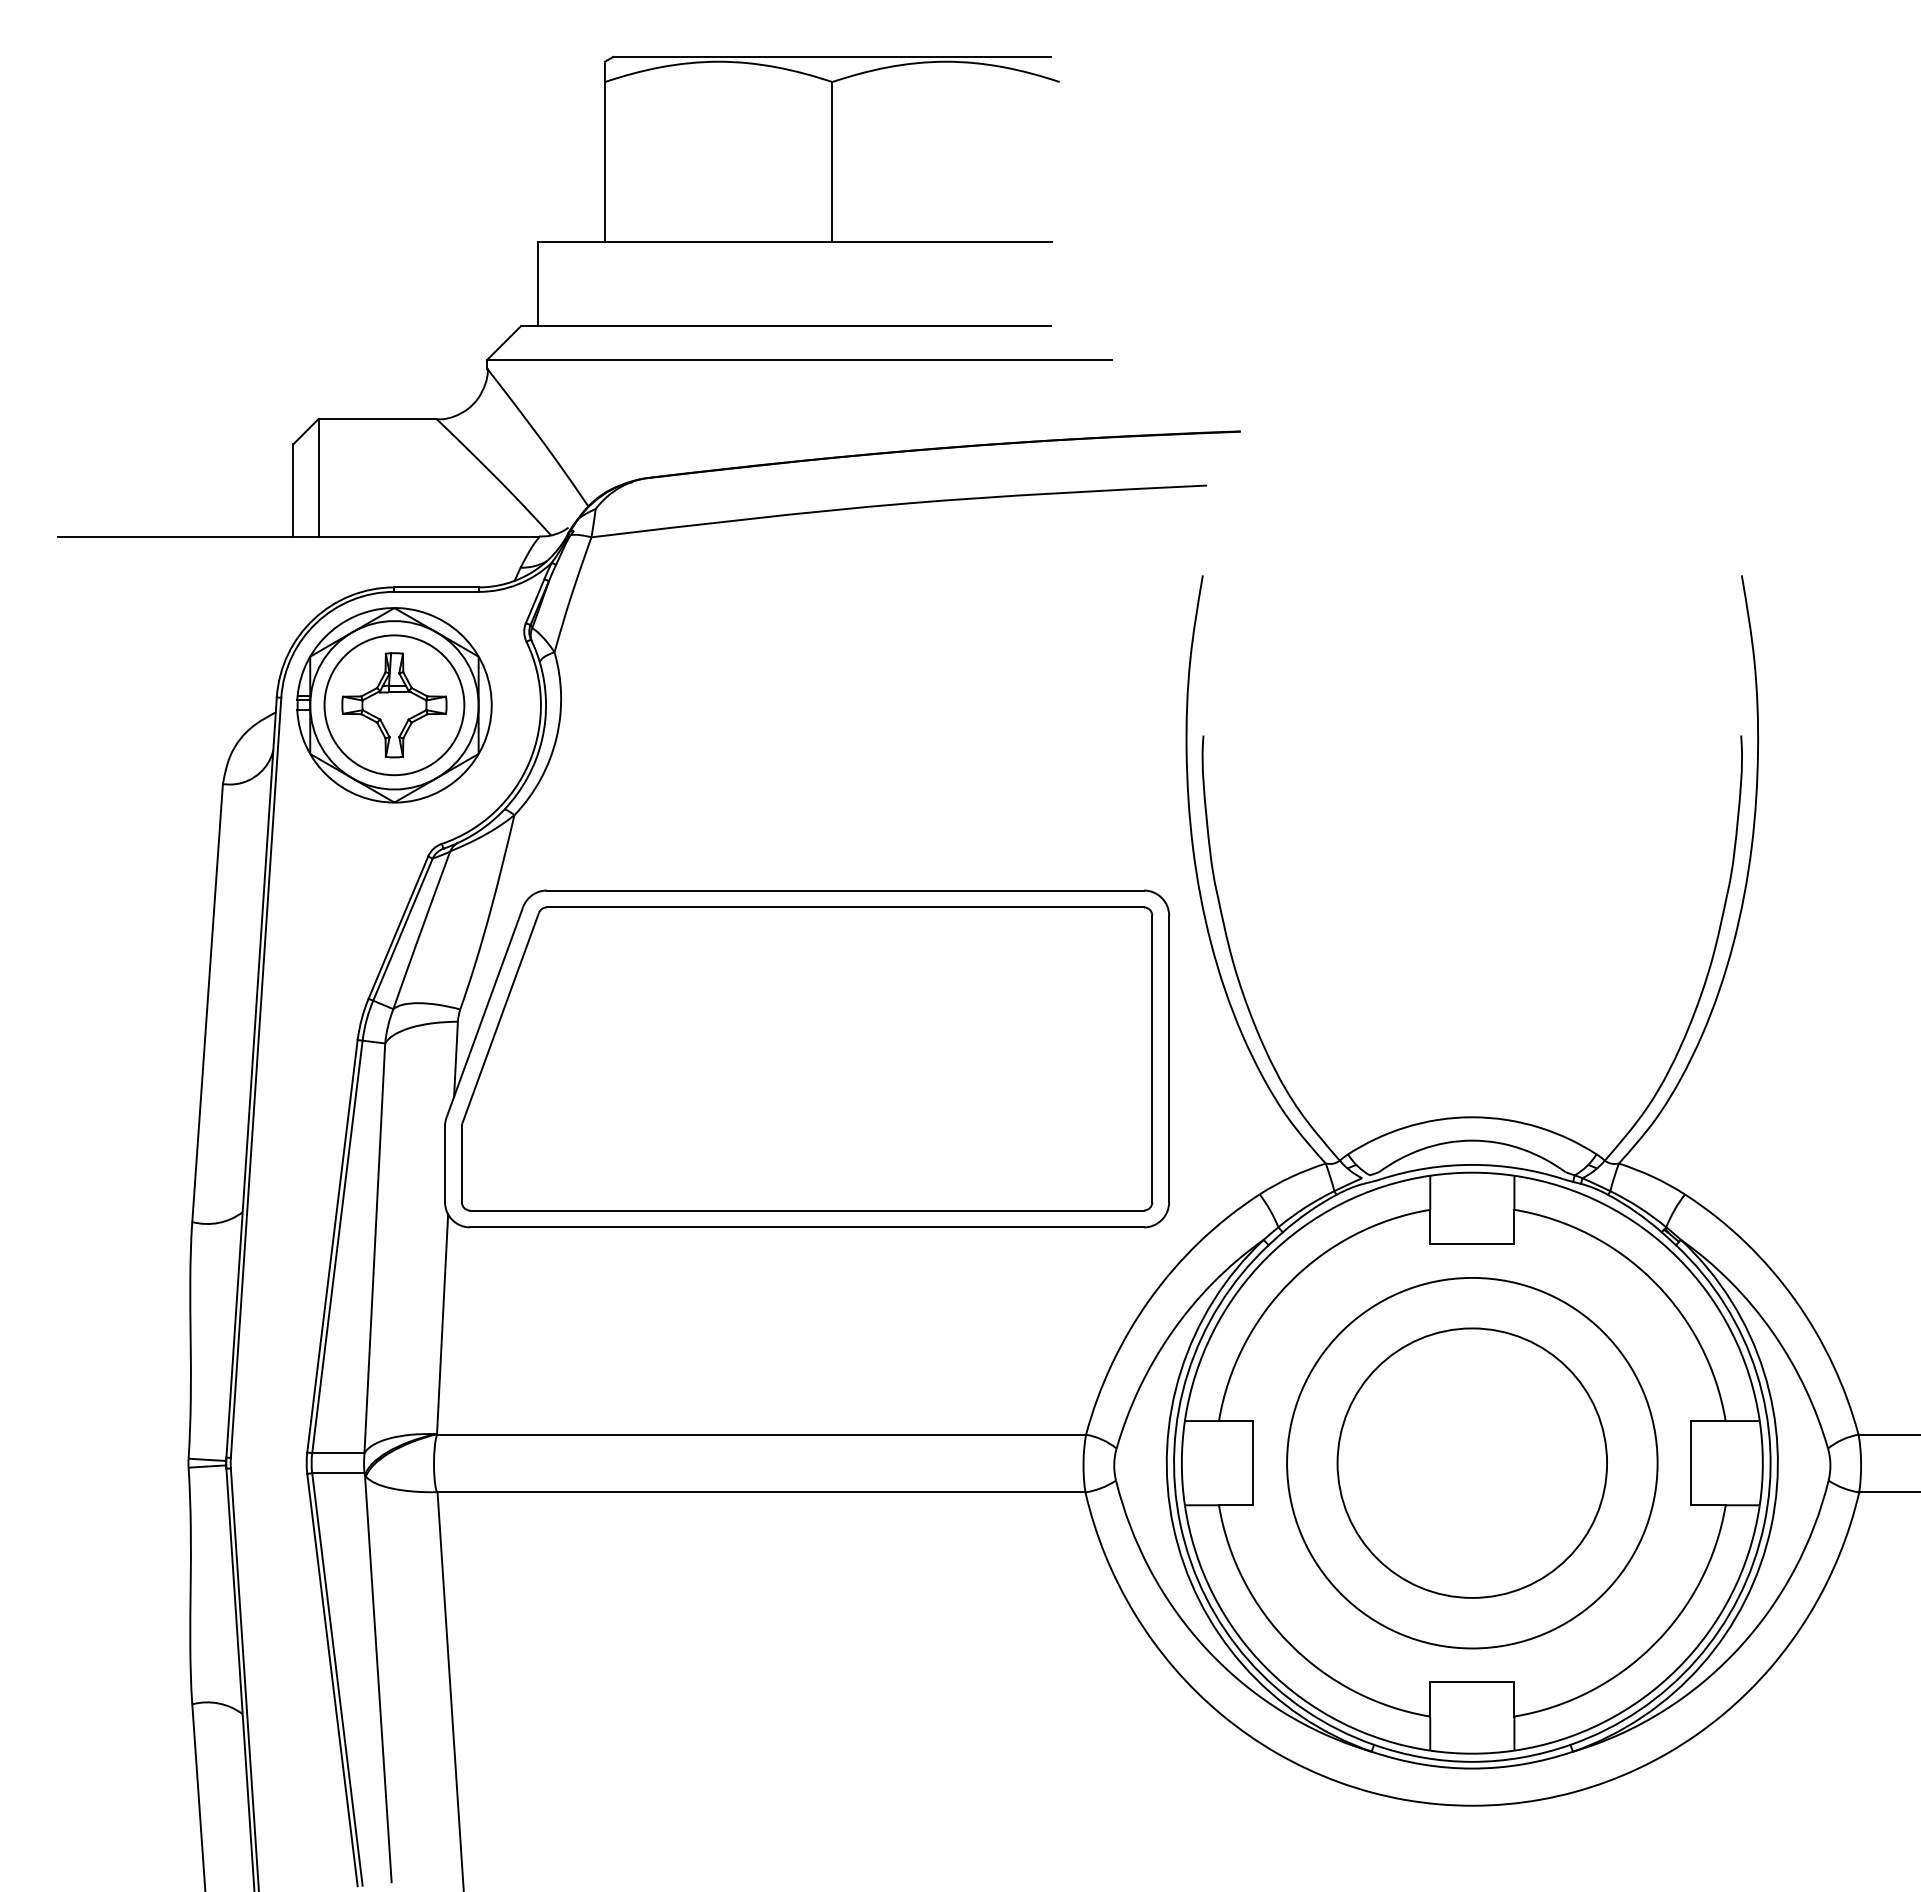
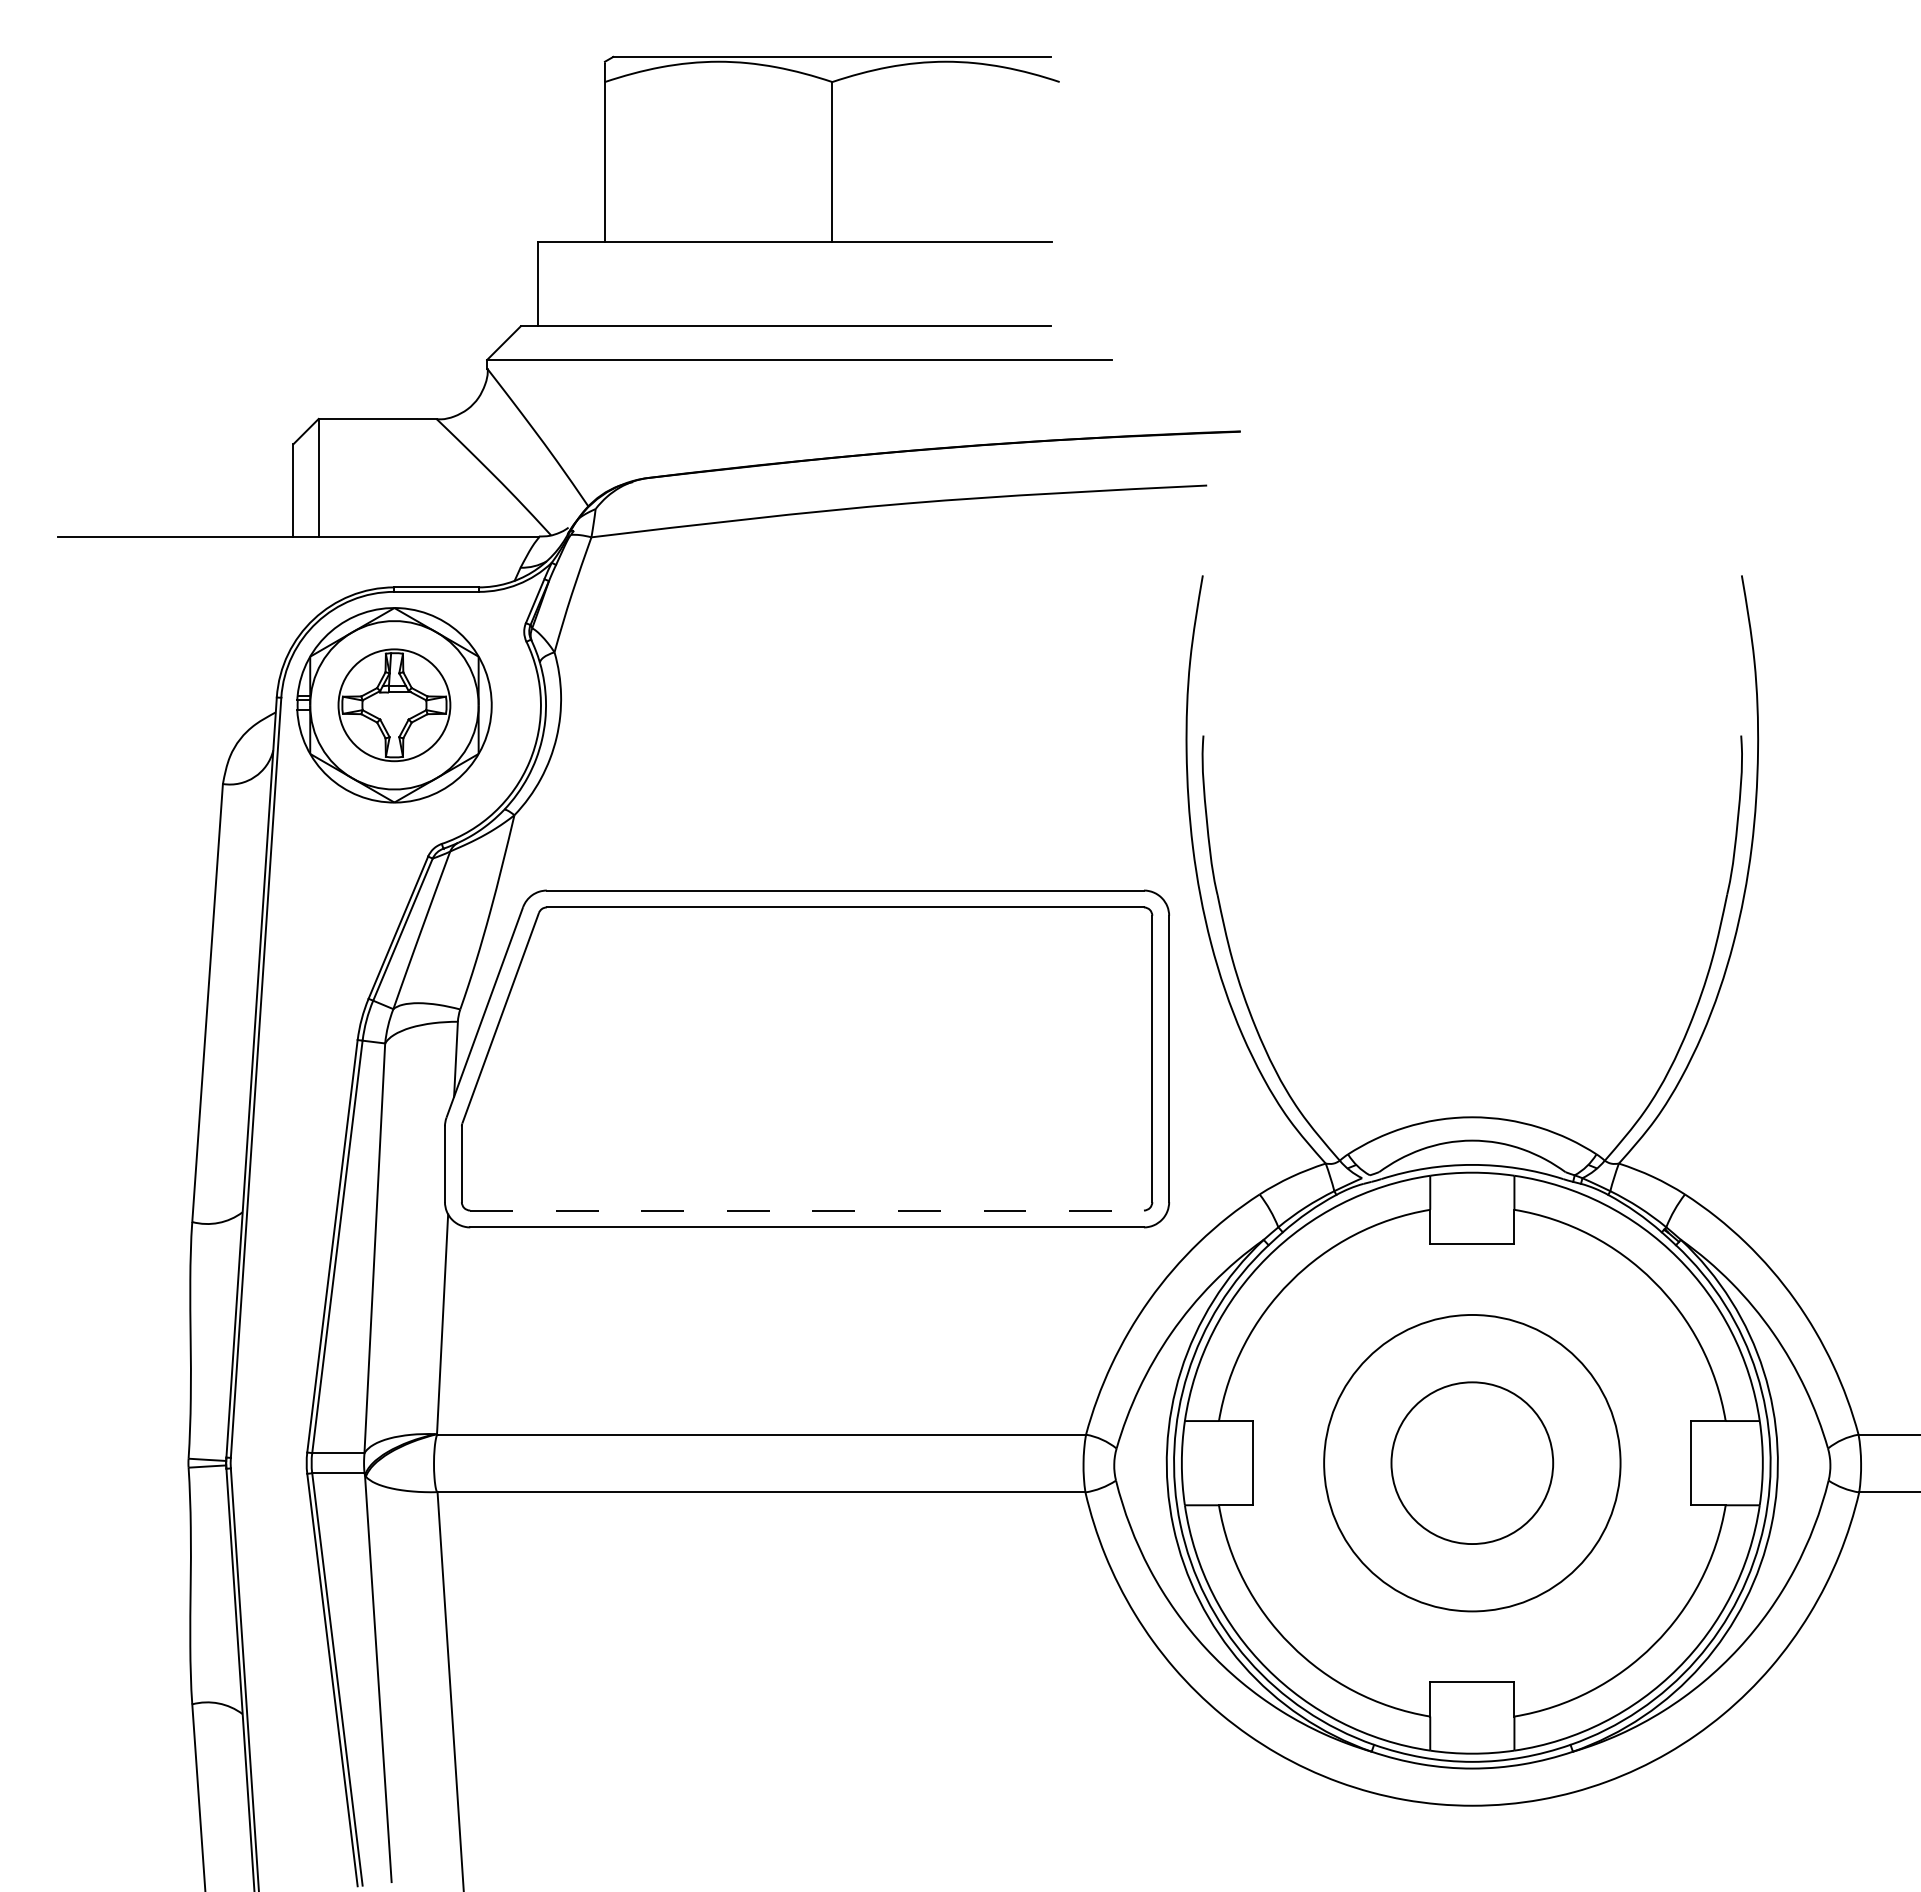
circle at (394, 705) diameter: 140 px -> 112 px
line at (807, 1210): solid -> dashed
circle at (1472, 1462) diameter: 270 px -> 162 px
circle at (1472, 1462) diameter: 371 px -> 296 px
